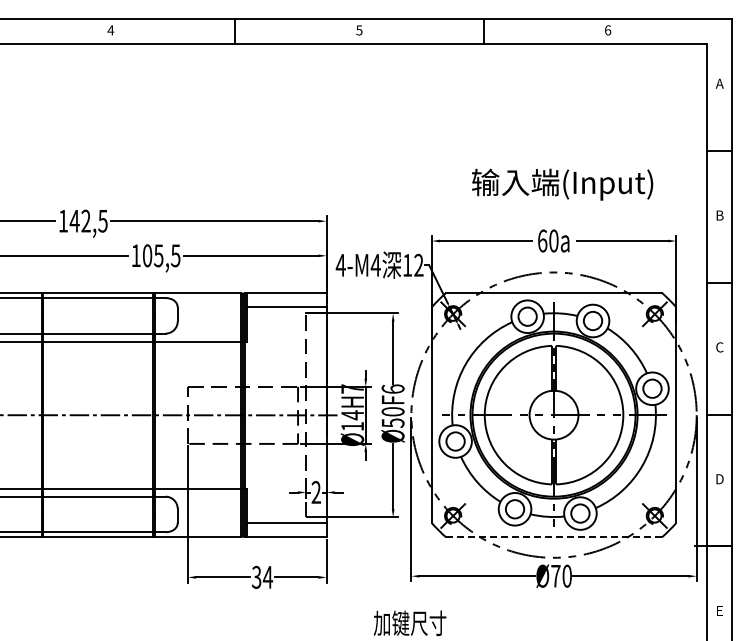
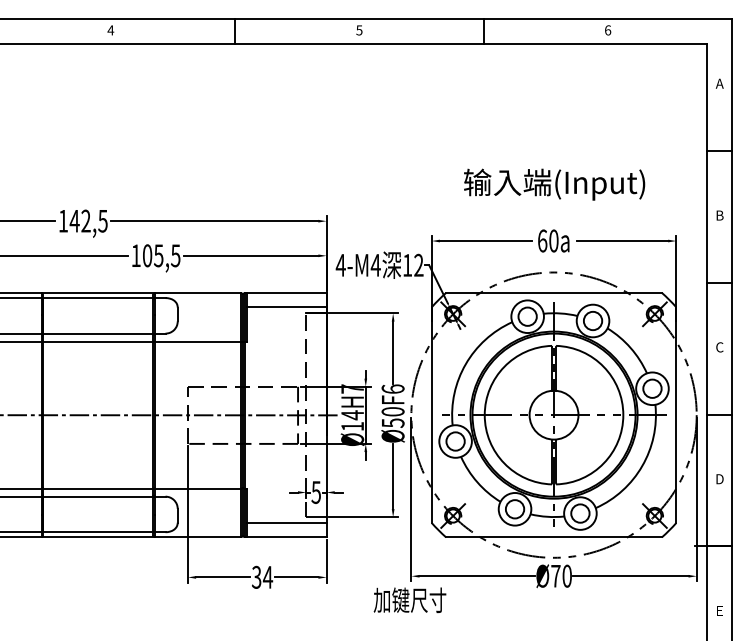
text at (562, 184) position: (562, 184) -> (554, 184)
text at (315, 492): 2 -> 5
line at (554, 537): dashed -> solid
text at (409, 622) position: (409, 622) -> (409, 599)
